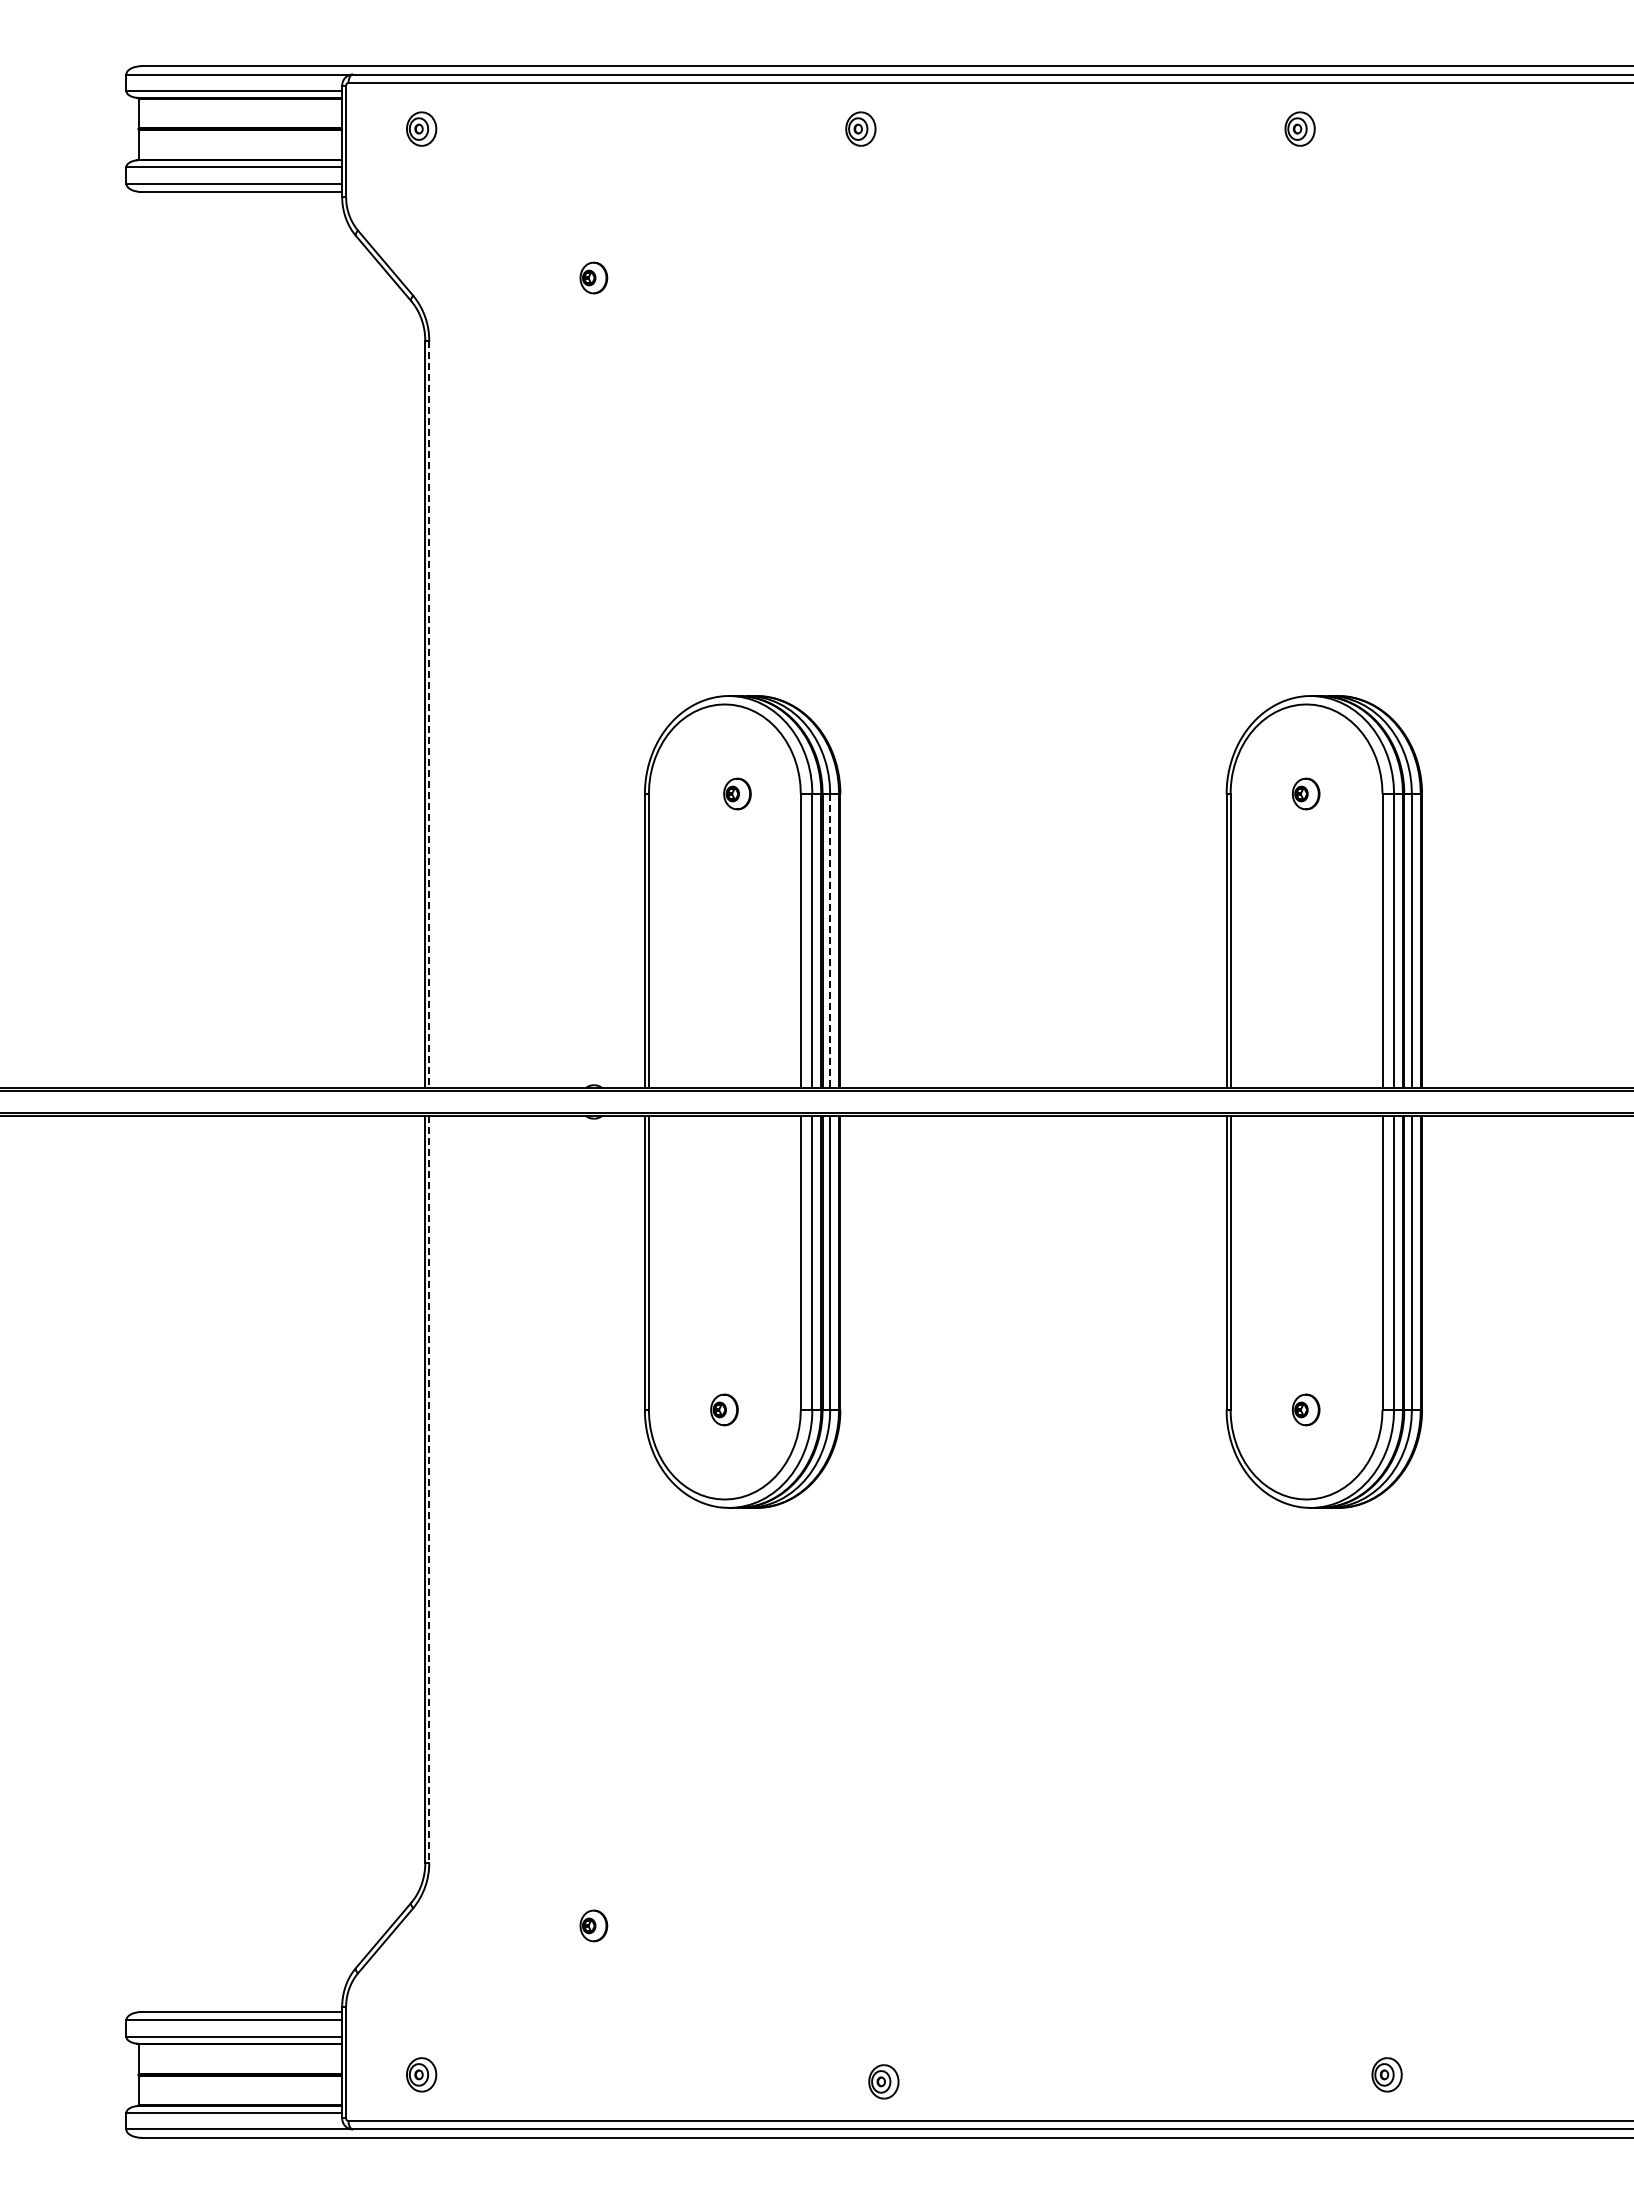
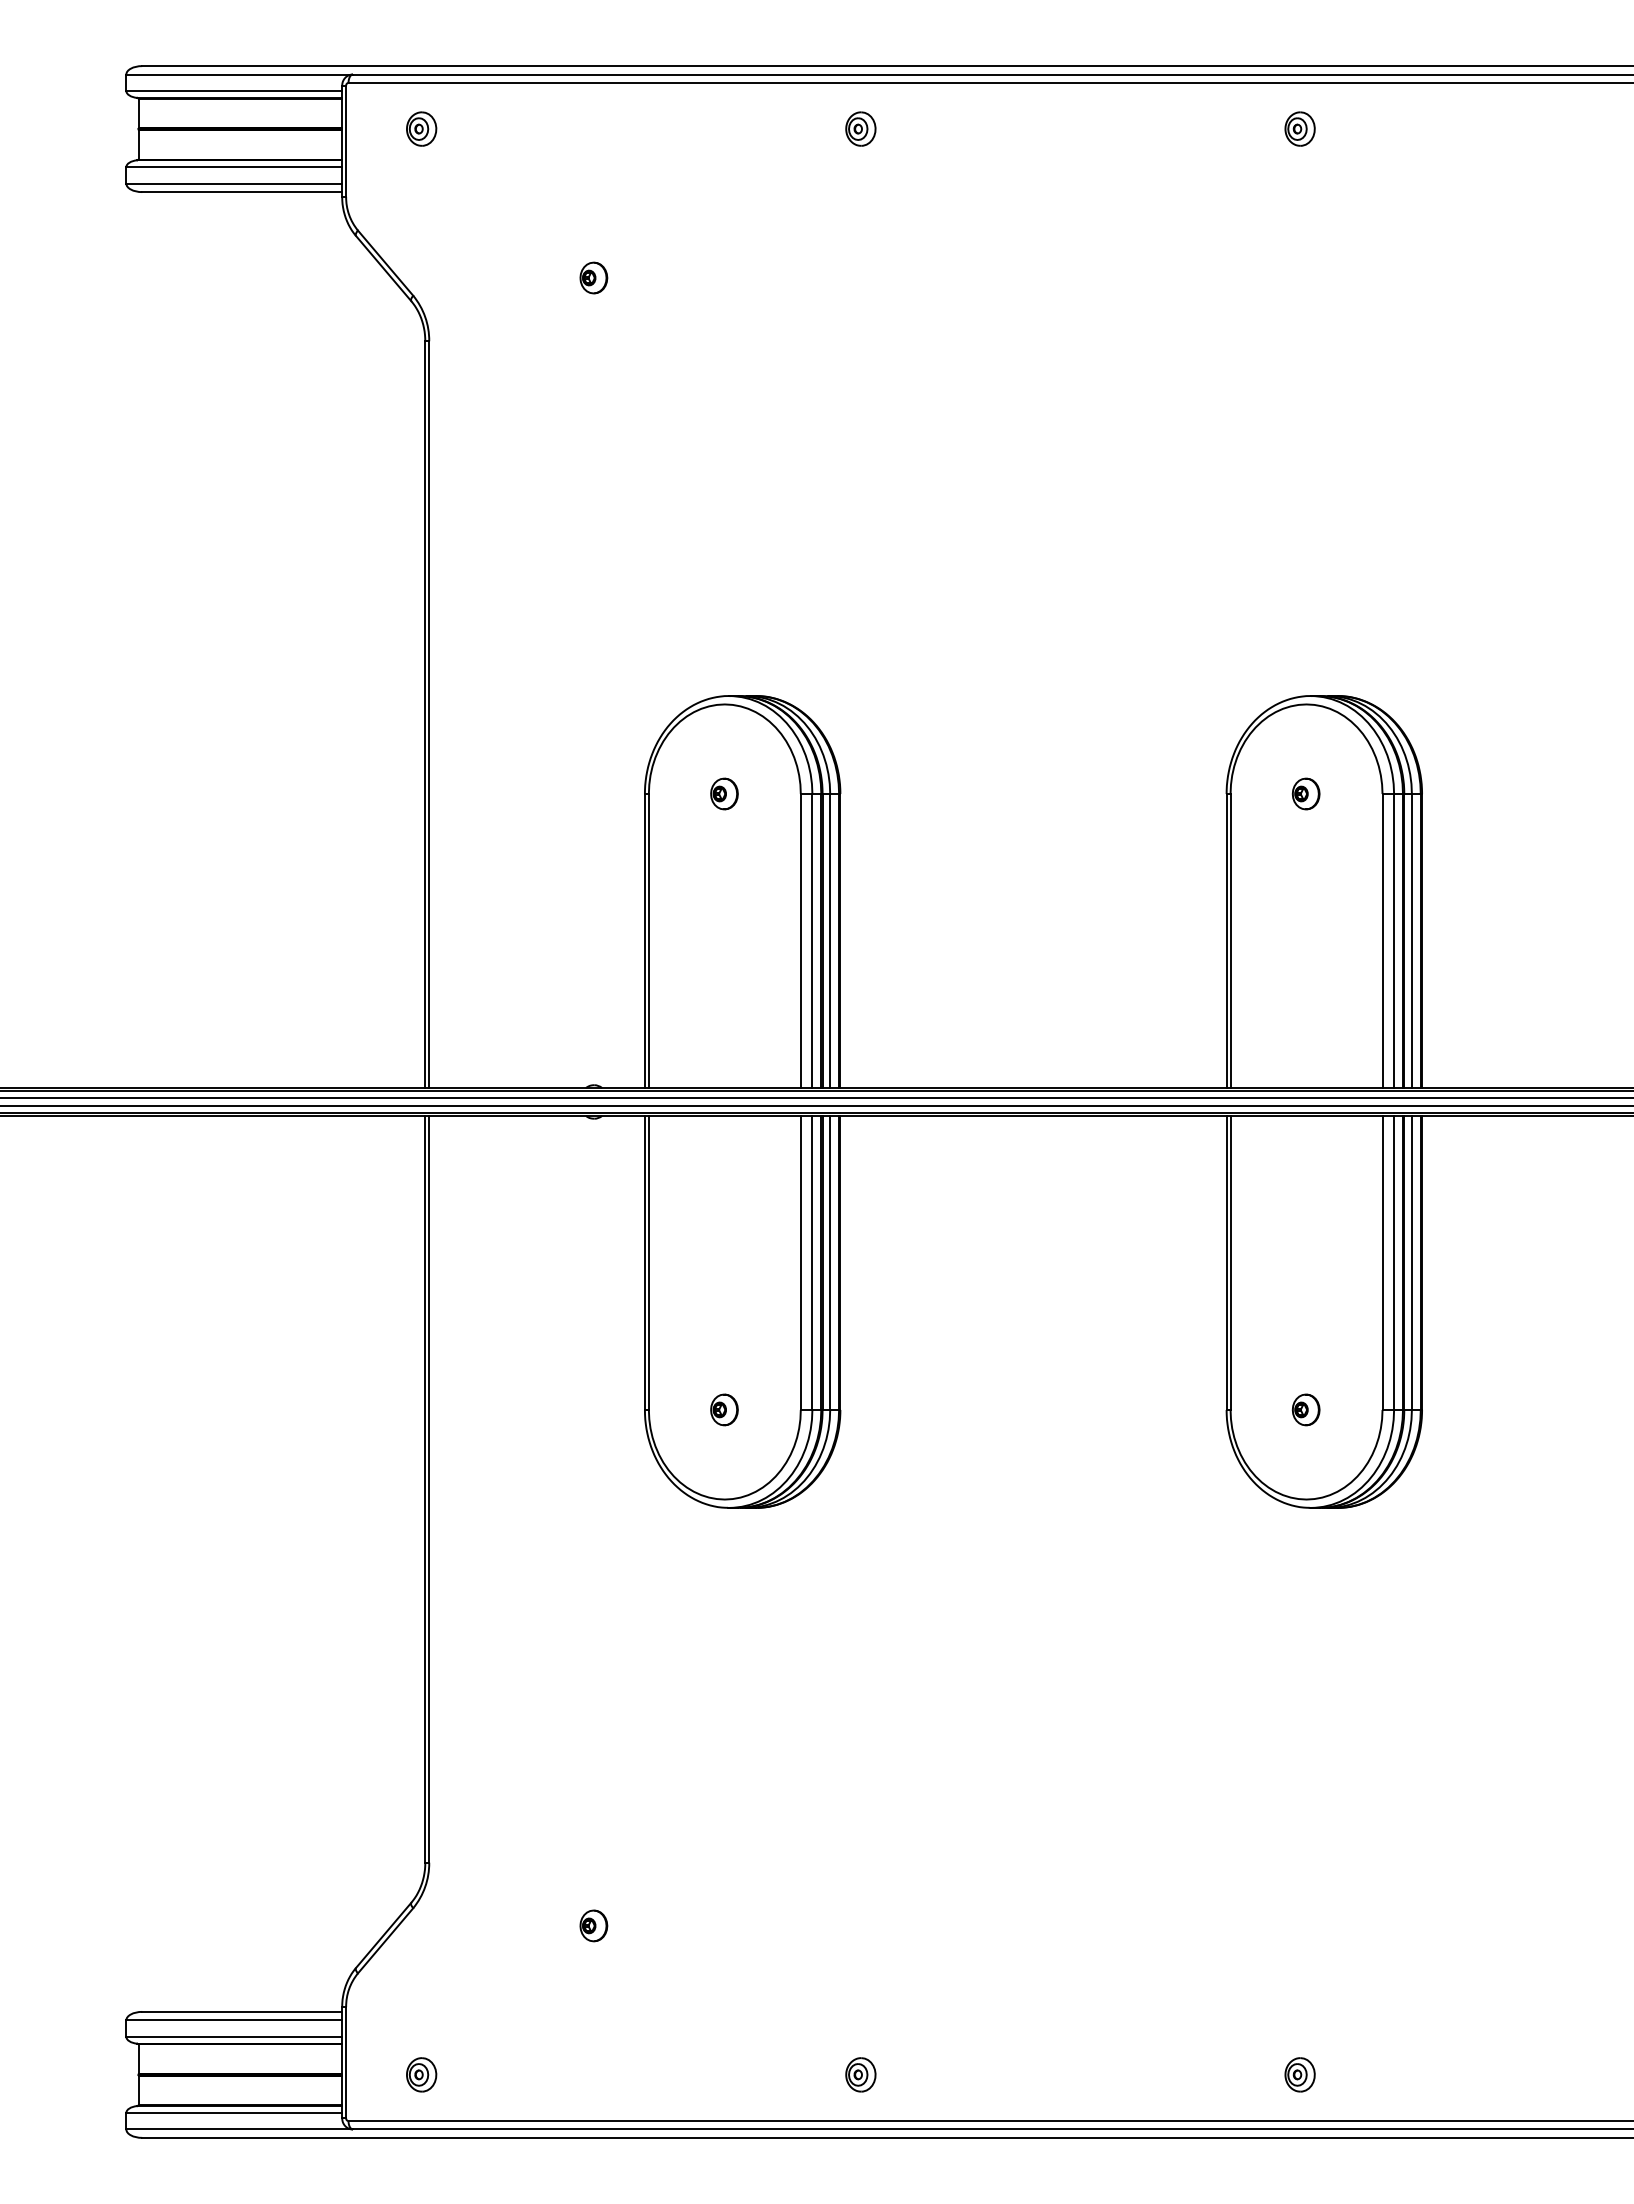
line at (429, 715): dashed -> solid
part at (737, 793) position: (737, 793) -> (724, 793)
line at (830, 941): dashed -> solid
line at (816, 1098): none -> present
line at (816, 1105): none -> present
line at (429, 1489): dashed -> solid
part at (1386, 2074) position: (1386, 2074) -> (1299, 2074)
part at (883, 2081) position: (883, 2081) -> (860, 2074)
